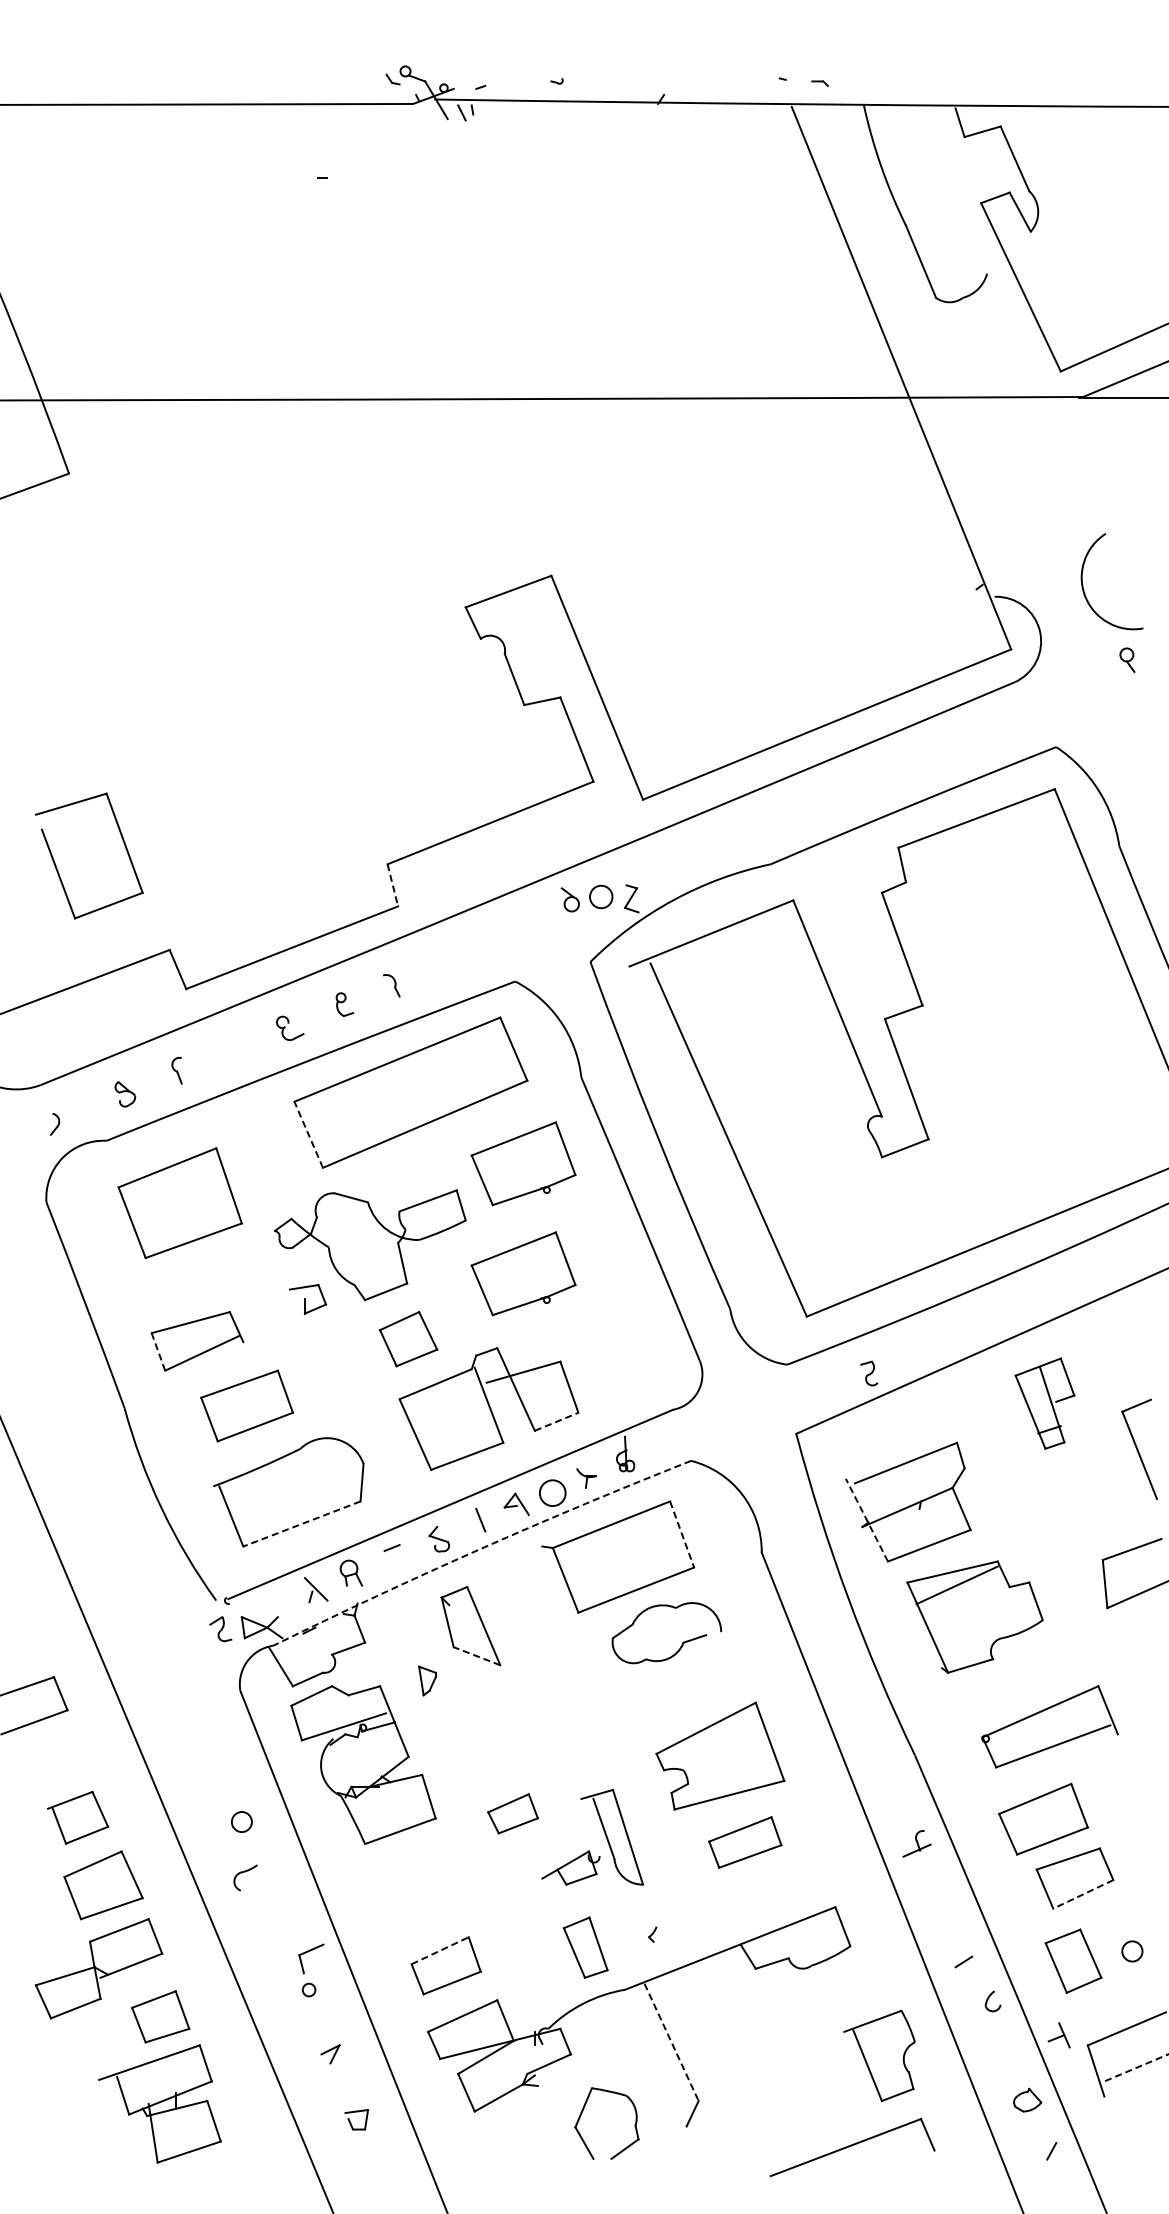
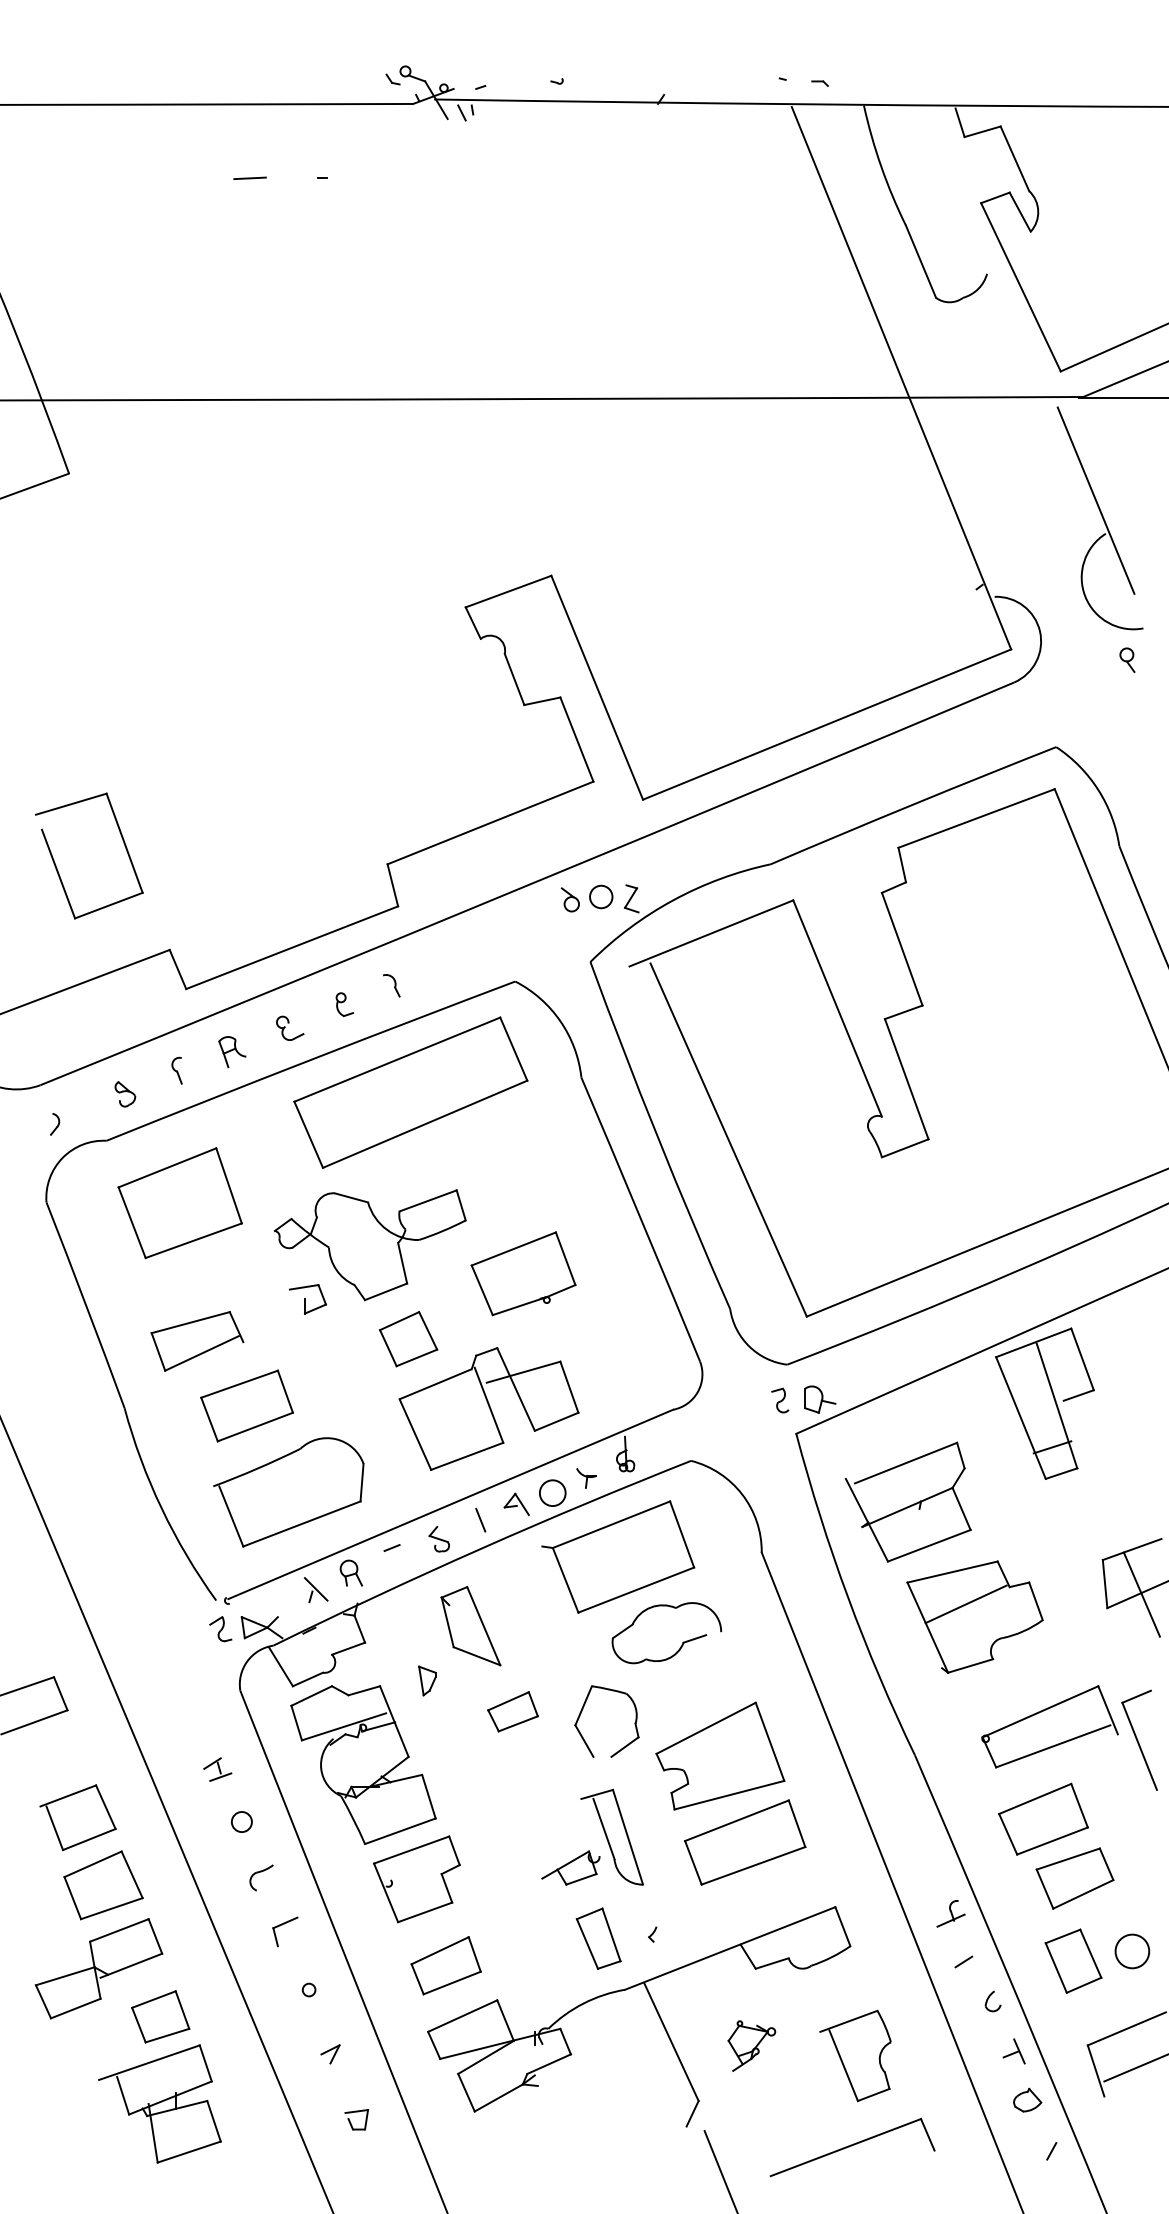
line at (249, 178): none -> present
line at (1095, 500): none -> present
line at (392, 885): dashed -> solid
part at (232, 1052): none -> present
line at (308, 1134): dashed -> solid
part at (523, 1163): present -> none
line at (158, 1351): dashed -> solid
part at (869, 1373) position: (869, 1373) -> (780, 1400)
part at (820, 1399): none -> present
part at (1044, 1403) size: 62x93 px -> 100x153 px
line at (556, 1421): dashed -> solid
part at (1139, 1448) position: (1139, 1448) -> (1139, 1739)
line at (866, 1519): dashed -> solid
line at (301, 1523): dashed -> solid
line at (682, 1534): dashed -> solid
arc at (480, 1549): dashed -> solid
line at (956, 1585) position: (956, 1585) -> (965, 1604)
line at (1141, 1594): none -> present
line at (477, 1656): dashed -> solid
part at (217, 1769): none -> present
part at (512, 1813) position: (512, 1813) -> (512, 1711)
part at (78, 1817) size: 63x55 px -> 78x68 px
part at (745, 1842) size: 75x53 px -> 123x87 px
part at (916, 1843) position: (916, 1843) -> (950, 1913)
part at (245, 1877) position: (245, 1877) -> (261, 1877)
part at (416, 1879): none -> present
line at (1082, 1894): dashed -> solid
part at (585, 1947) position: (585, 1947) -> (598, 1938)
line at (440, 1950): dashed -> solid
circle at (1132, 1951) diameter: 20 px -> 34 px
part at (308, 1952) position: (308, 1952) -> (282, 1925)
part at (1058, 2035) position: (1058, 2035) -> (1013, 2051)
line at (671, 2042): dashed -> solid
part at (751, 2045): none -> present
part at (879, 2055) position: (879, 2055) -> (855, 2055)
line at (1136, 2067): dashed -> solid
part at (583, 2111) position: (583, 2111) -> (583, 1709)
line at (720, 2170): none -> present
